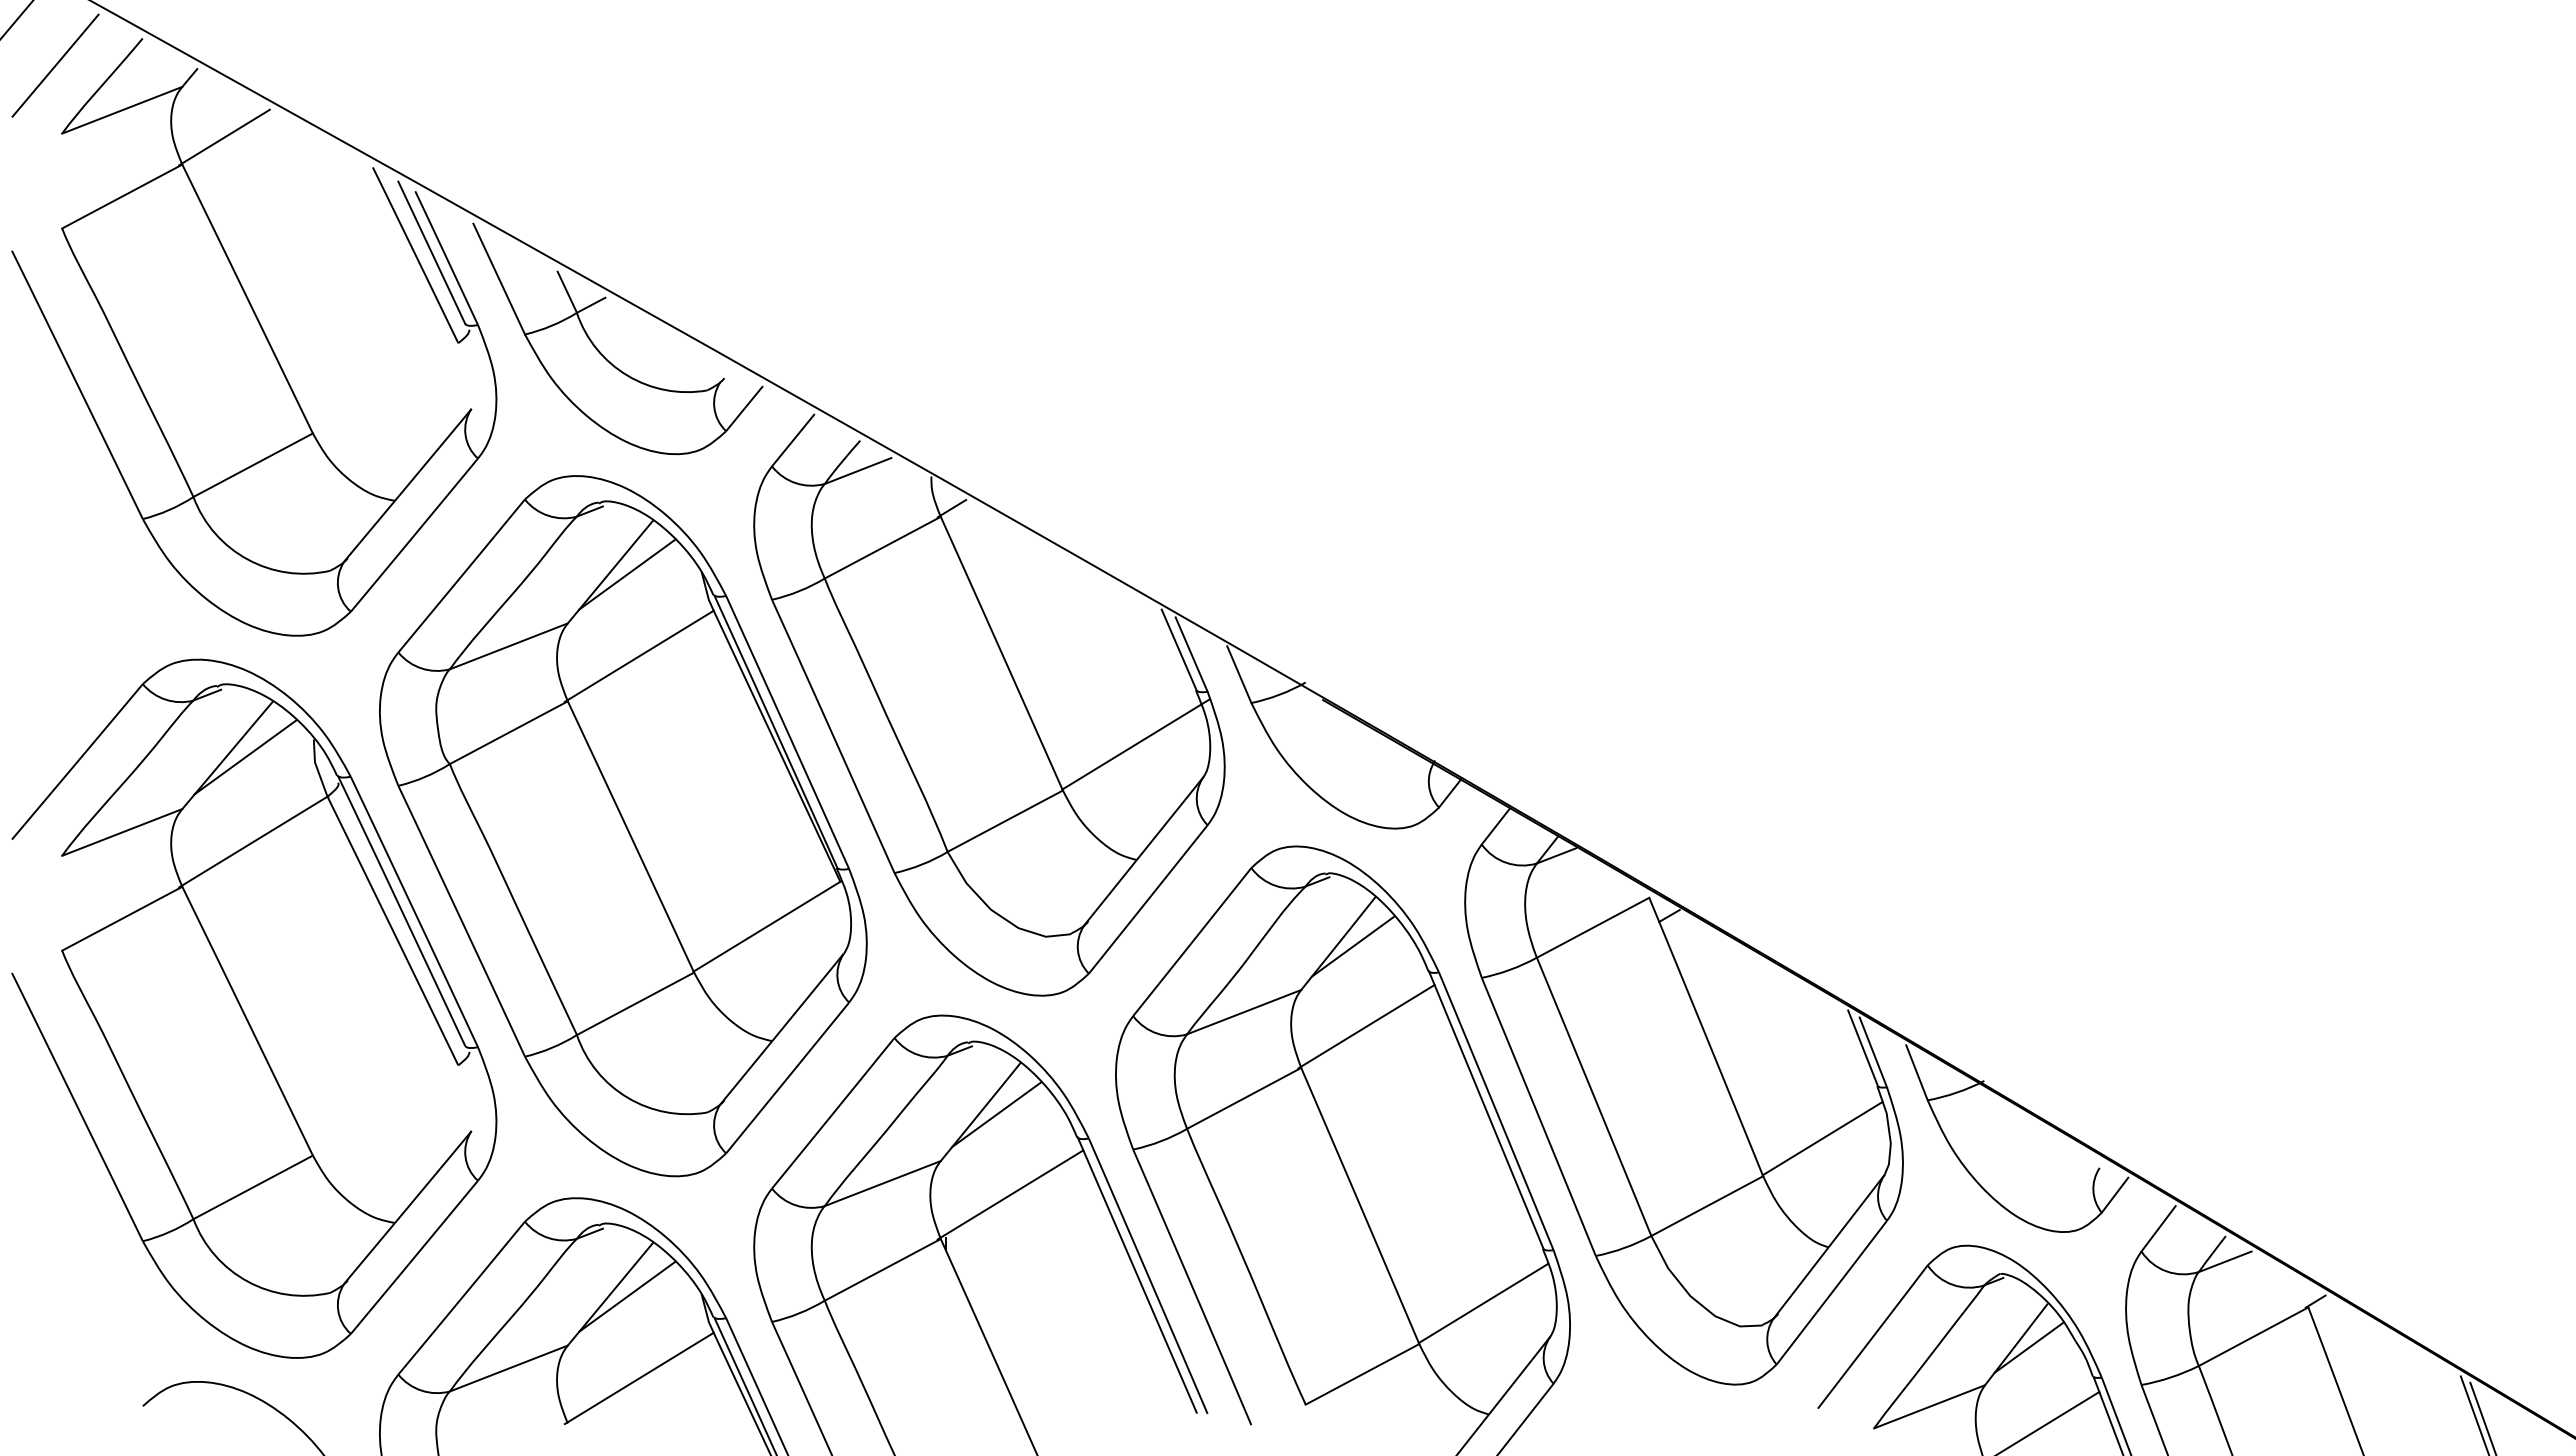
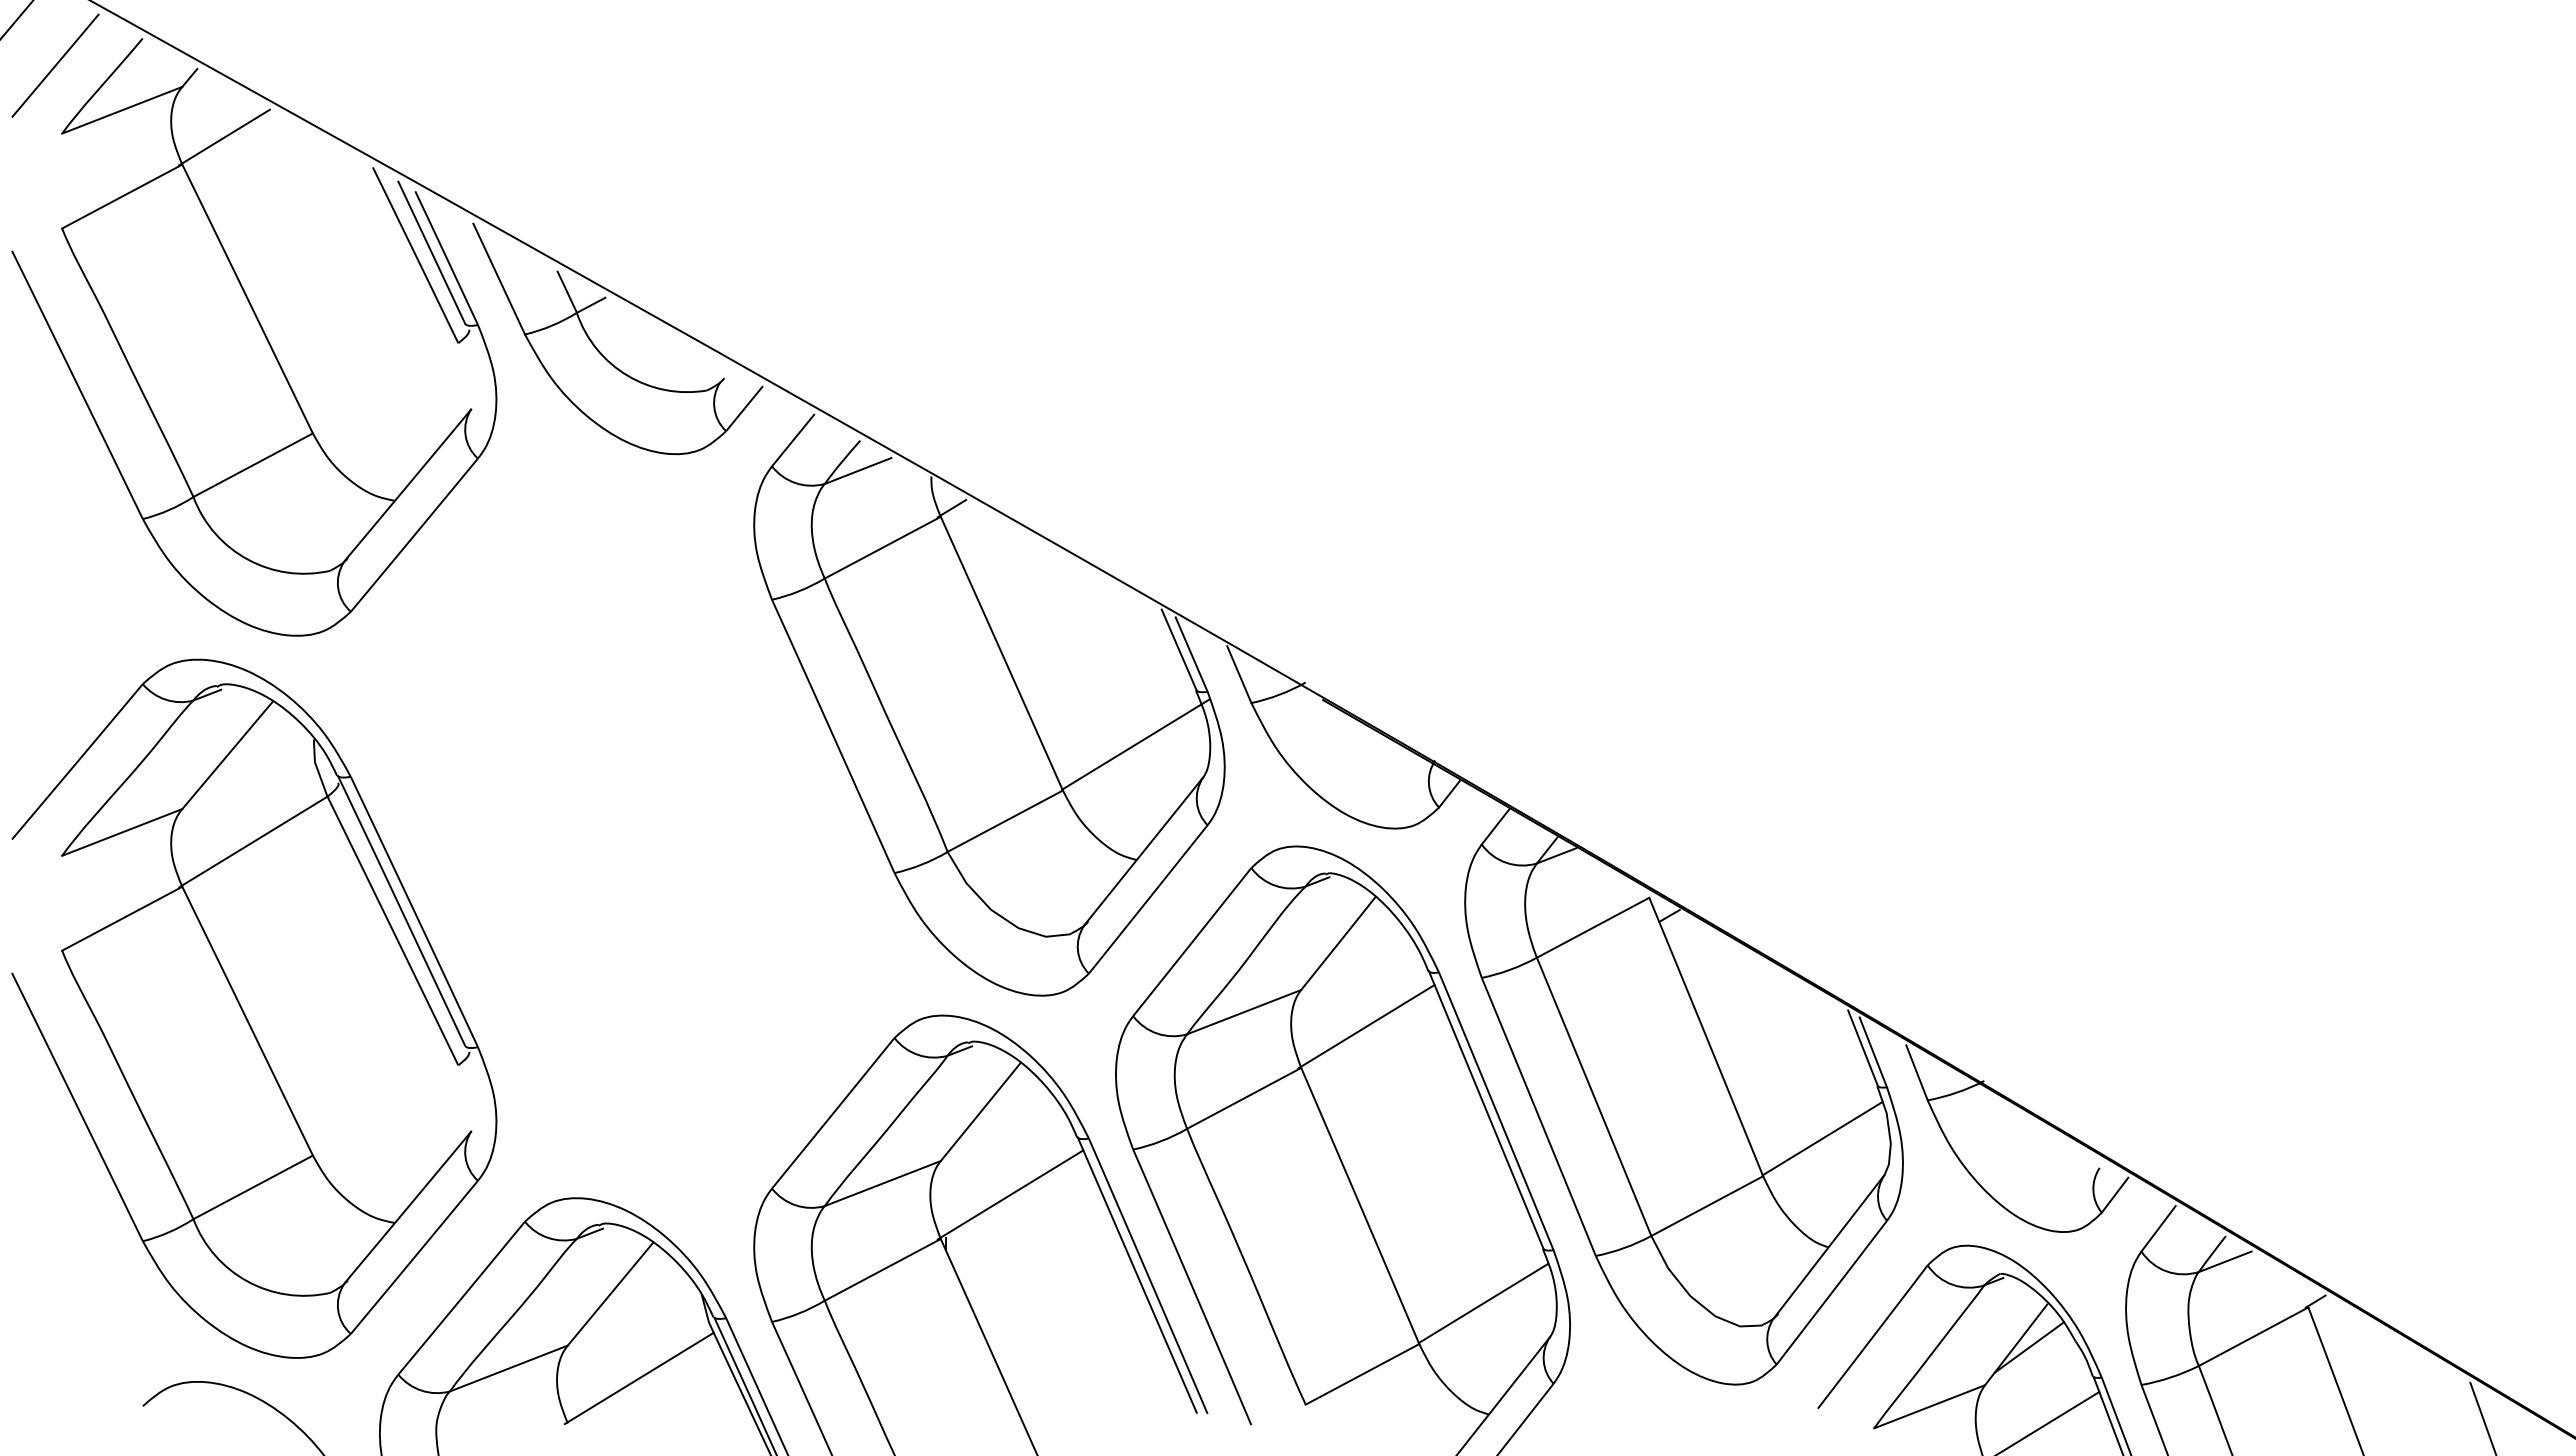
line at (245, 757): present -> none
part at (623, 826): present -> none
line at (1352, 946): present -> none
line at (996, 1114): present -> none
line at (627, 1296): present -> none
line at (2473, 1414): present -> none
